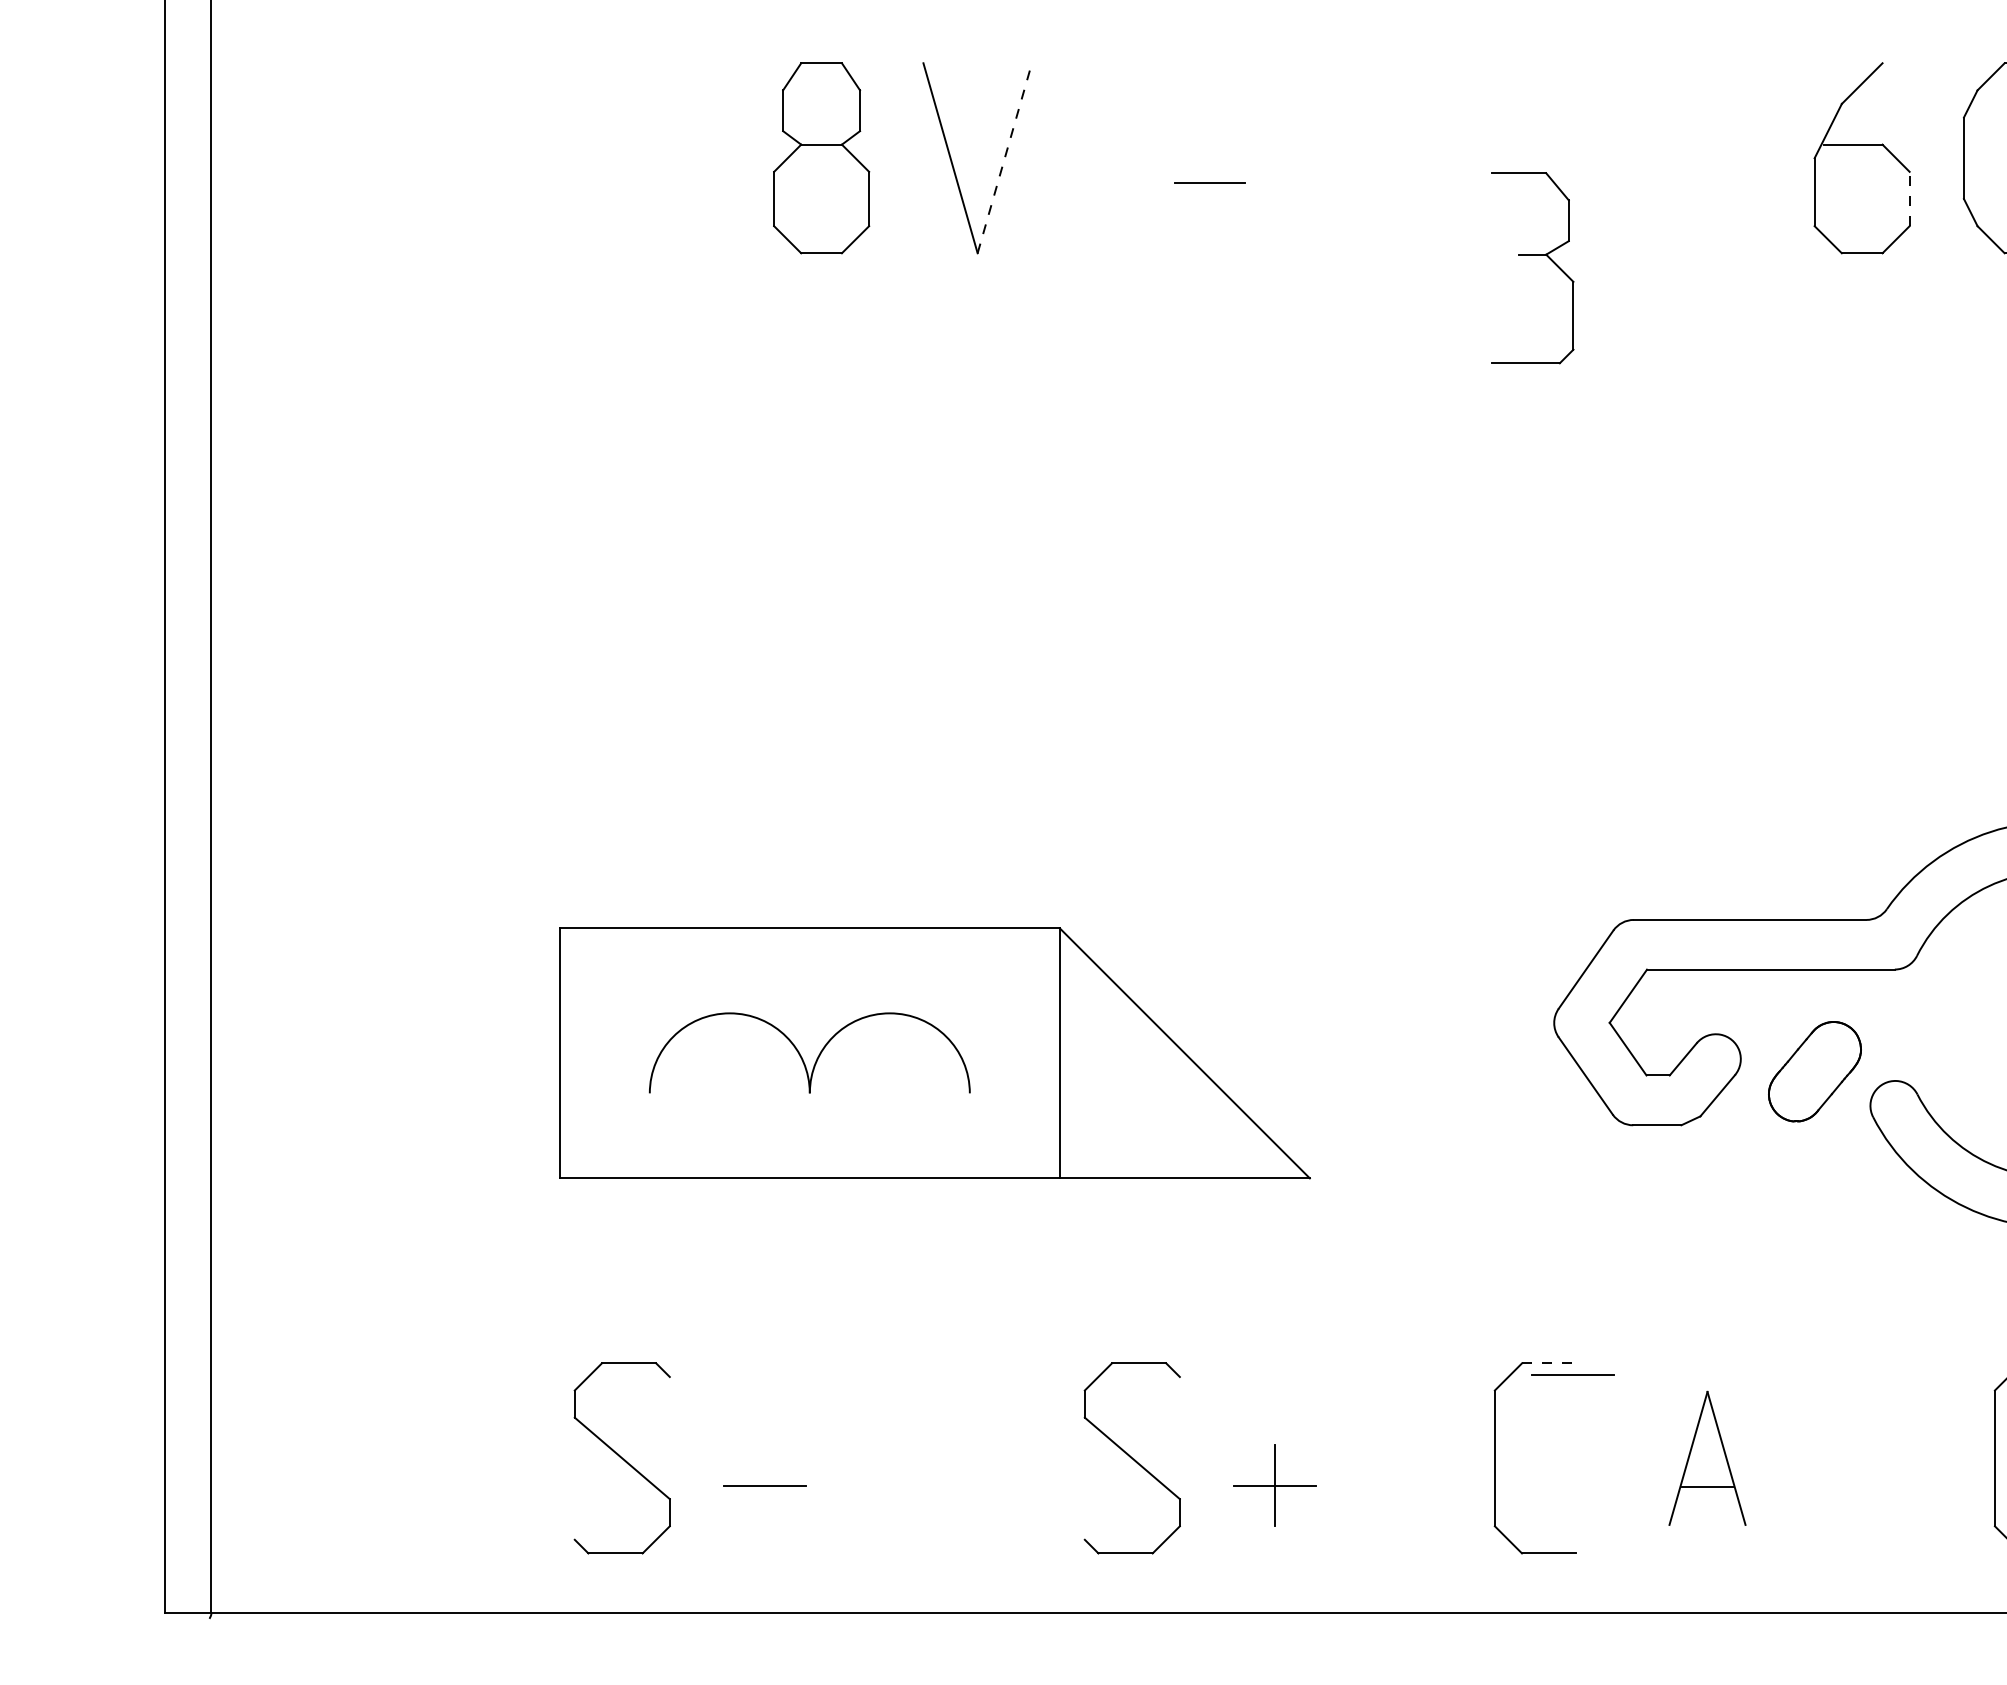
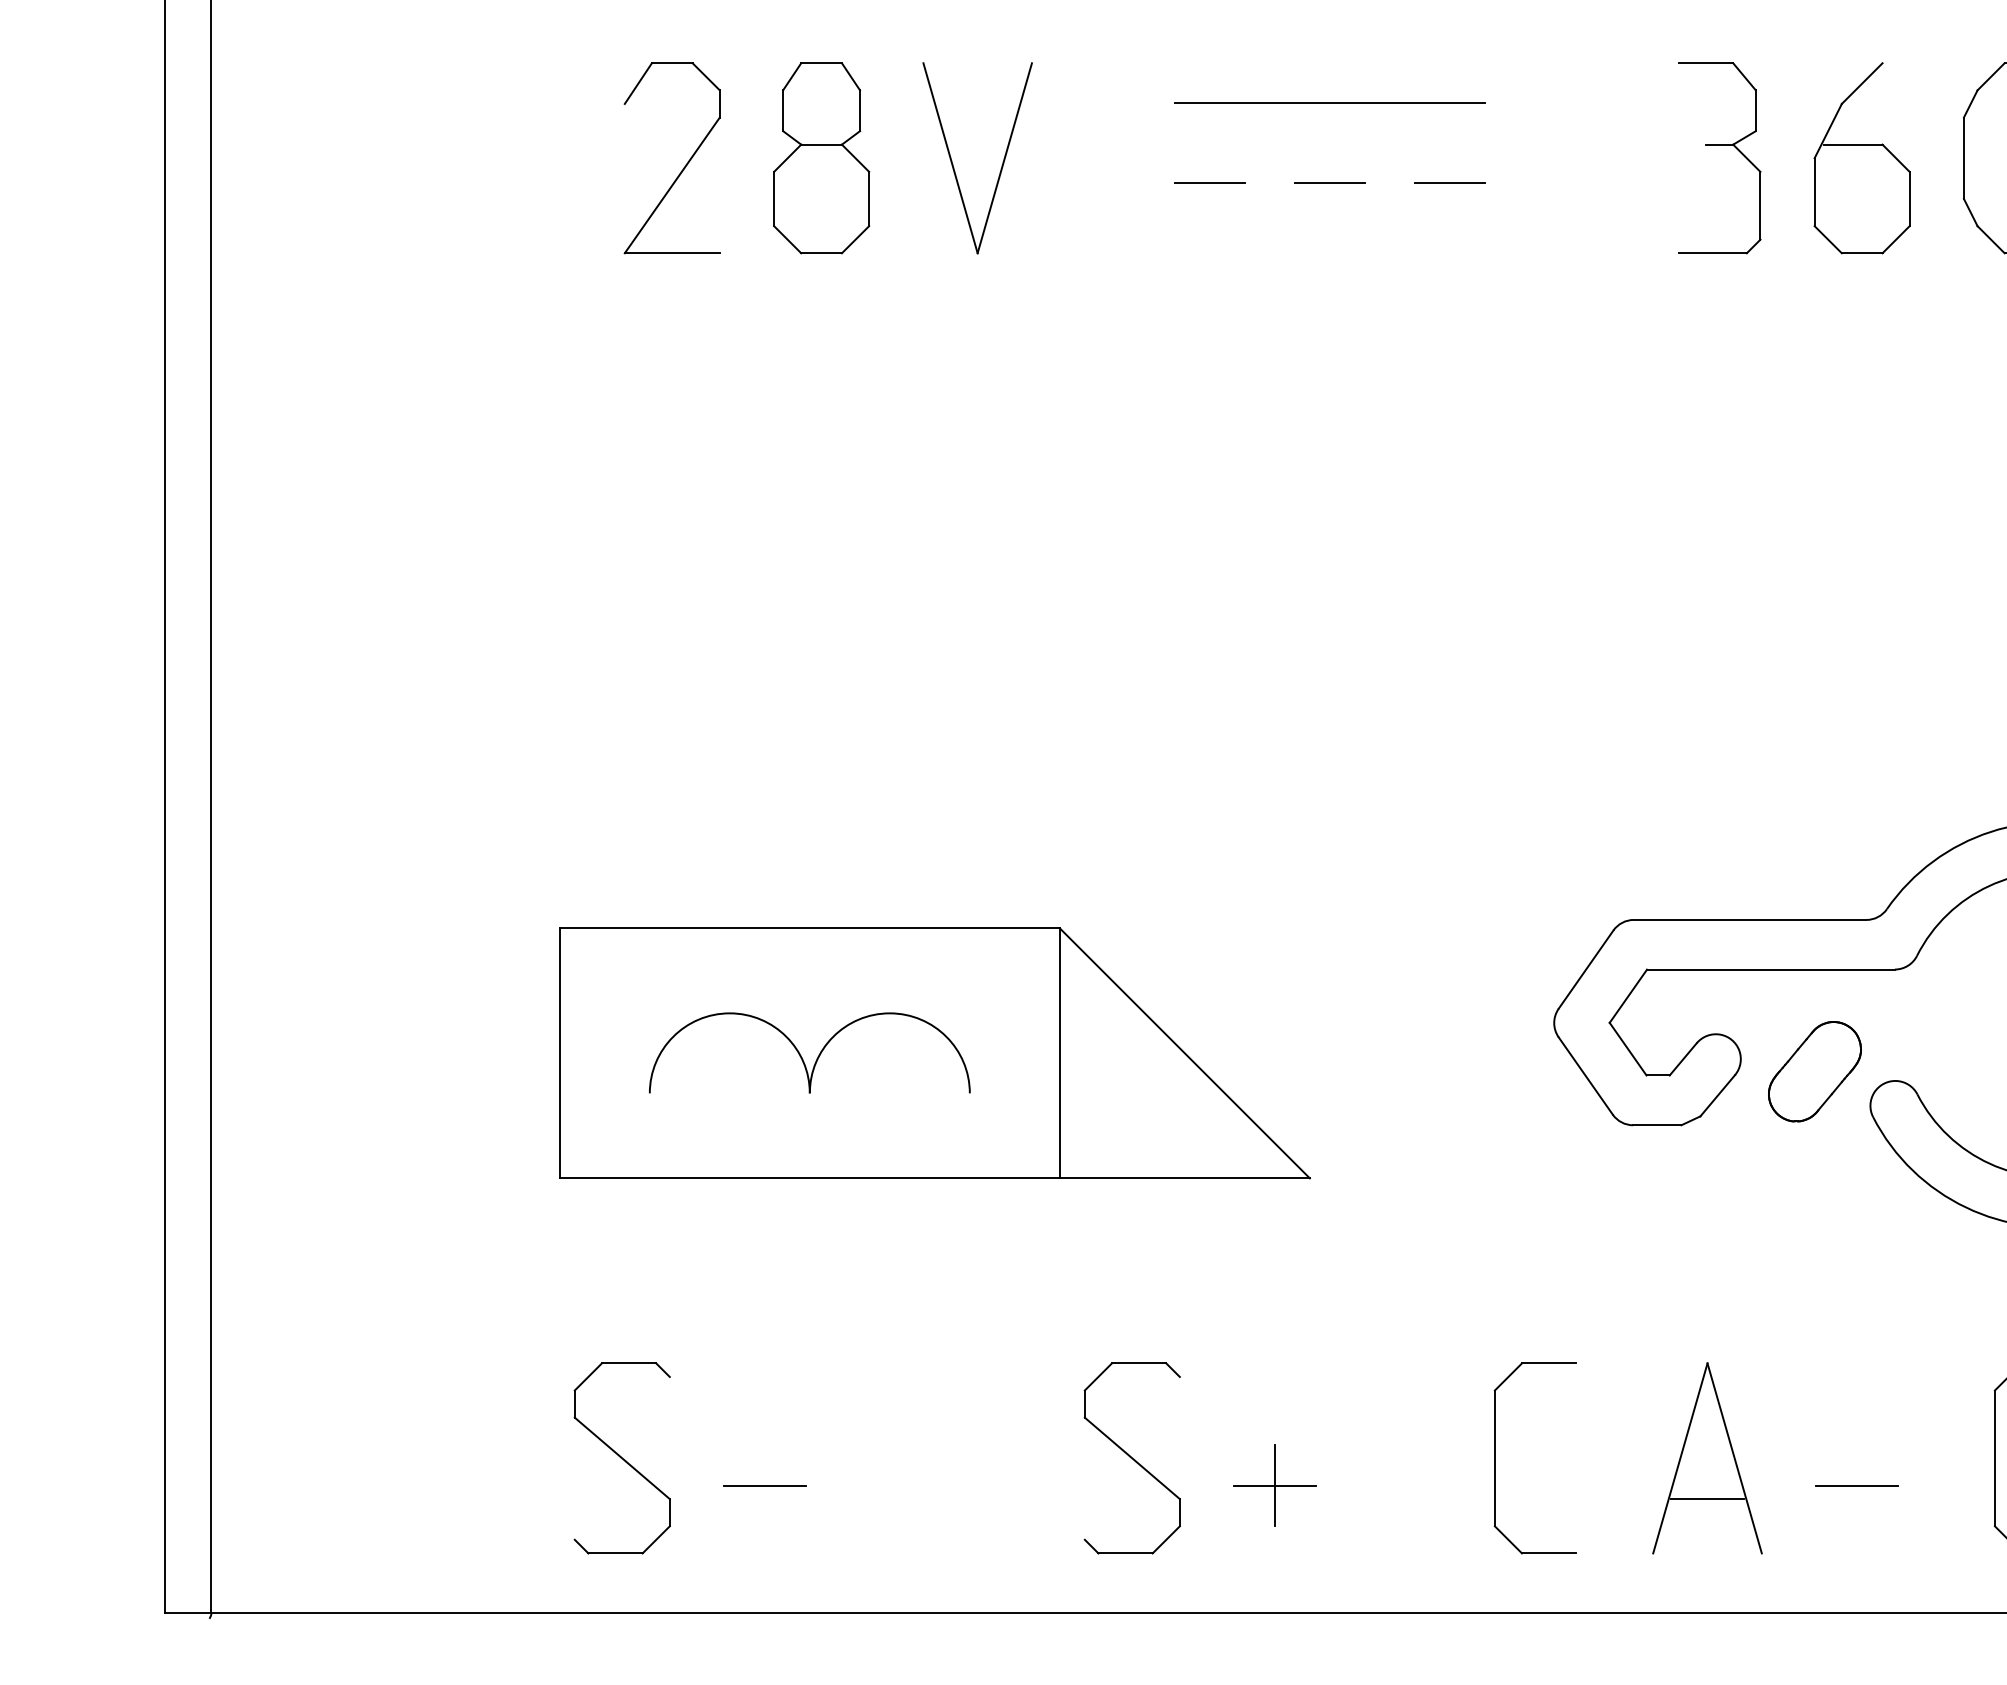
line at (1329, 103): none -> present
line at (1004, 158): dashed -> solid
part at (683, 167): none -> present
line at (1329, 183): none -> present
line at (1449, 183): none -> present
line at (1909, 198): dashed -> solid
part at (1532, 255) position: (1532, 255) -> (1719, 145)
line at (1549, 1363): dashed -> solid
line at (1572, 1374) position: (1572, 1374) -> (1856, 1485)
part at (1707, 1457) size: 79x136 px -> 111x193 px
